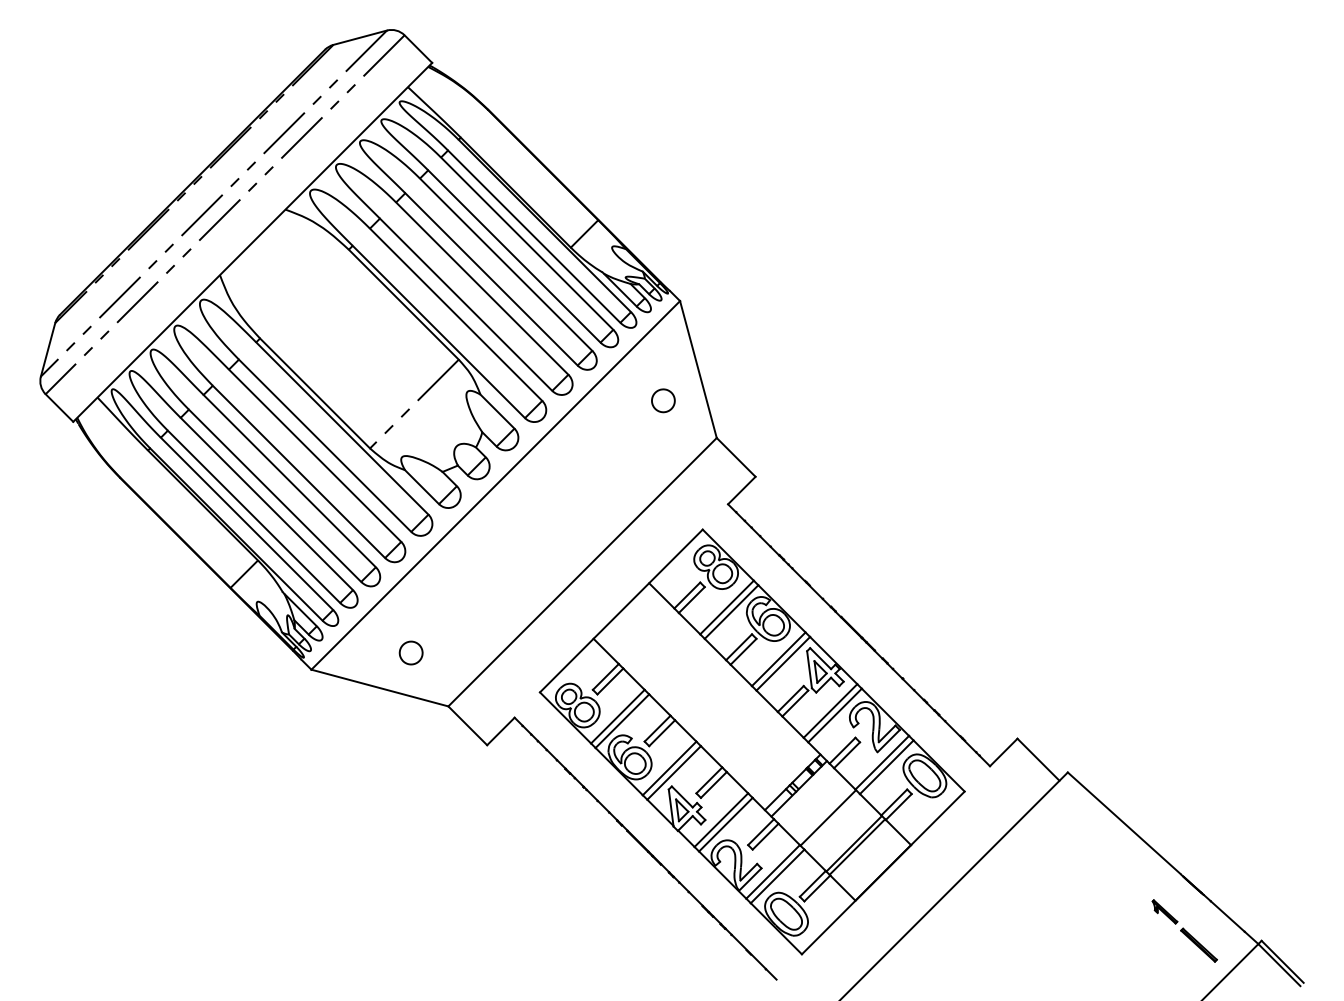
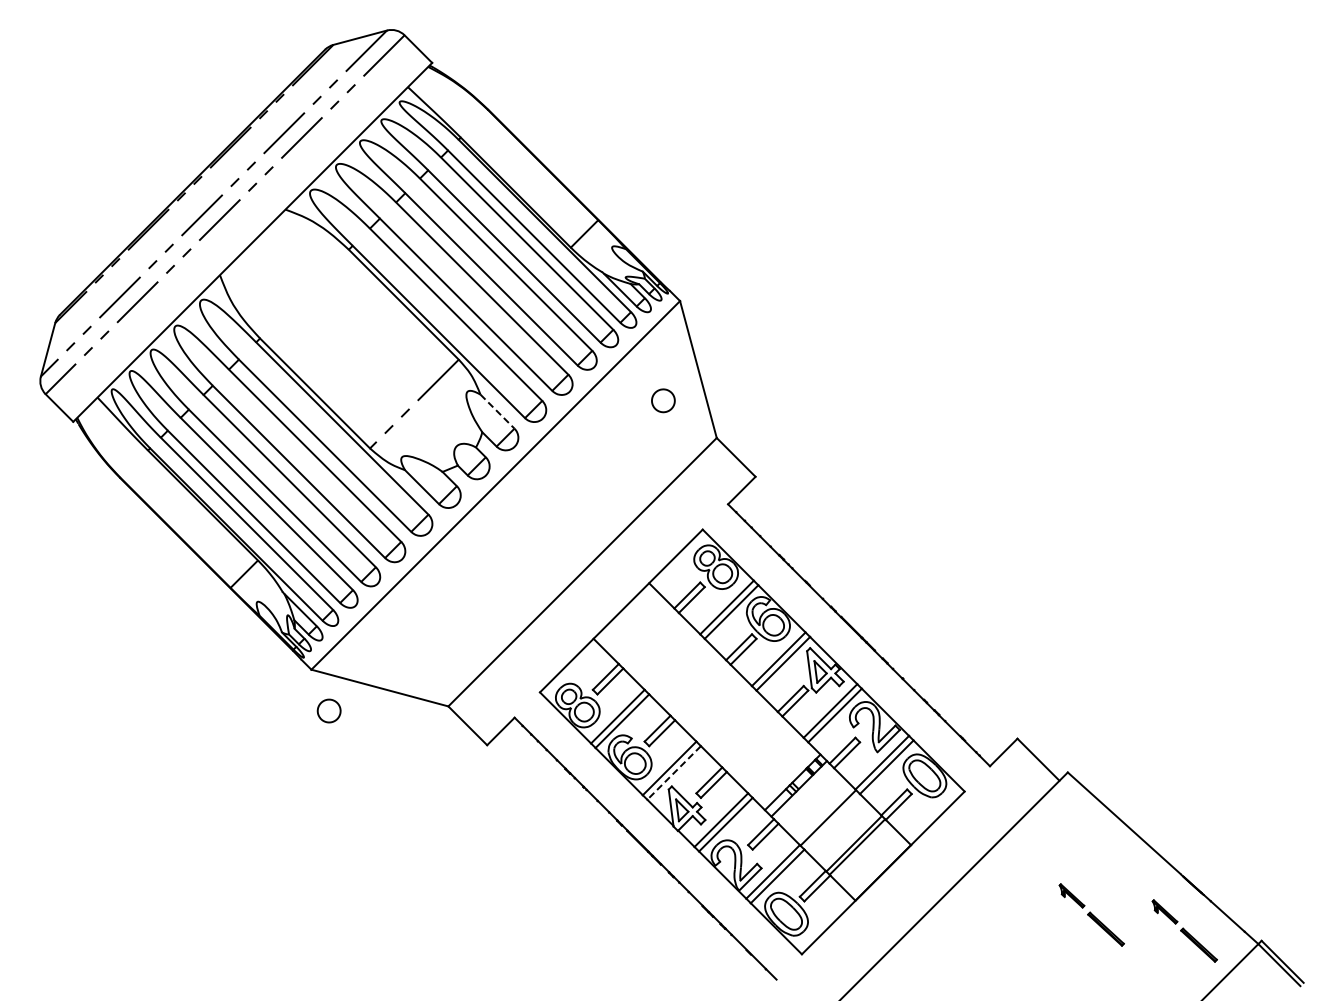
line at (497, 412): solid -> dashed
part at (410, 652) position: (410, 652) -> (328, 710)
line at (674, 772): solid -> dashed
part at (1091, 914): none -> present
